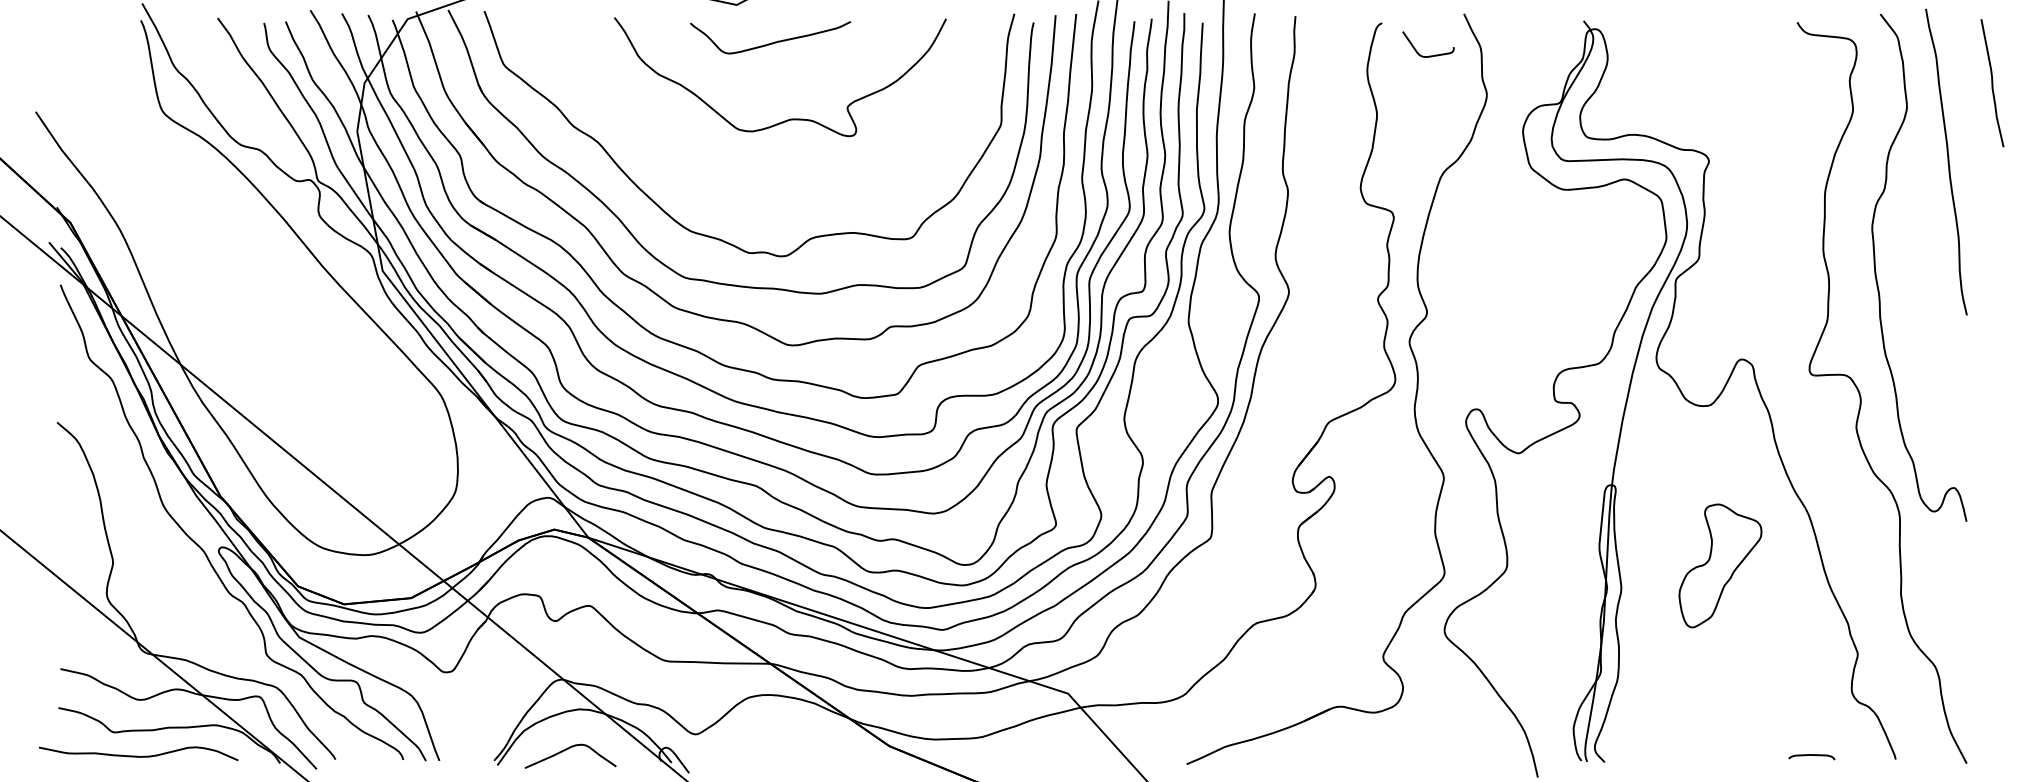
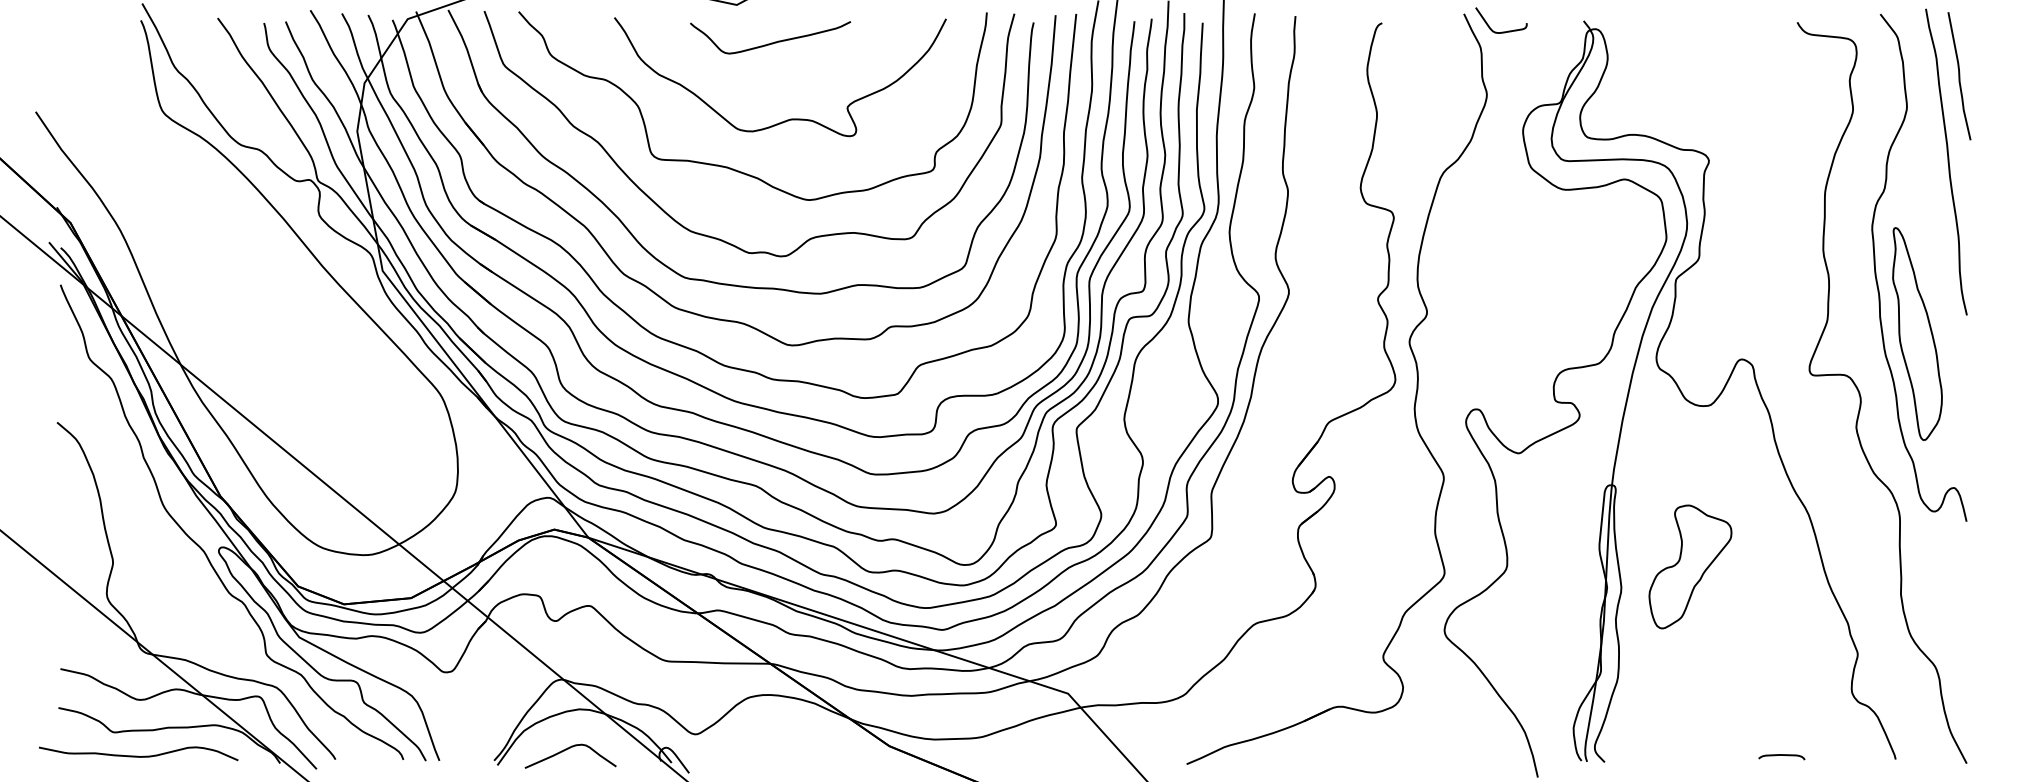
curve at (1428, 55) position: (1428, 55) -> (1501, 31)
curve at (1992, 83) position: (1992, 83) -> (1959, 76)
curve at (730, 167): none -> present
part at (1917, 333): none -> present
part at (1720, 565) position: (1720, 565) -> (1690, 566)
curve at (1811, 755) position: (1811, 755) -> (1781, 755)
